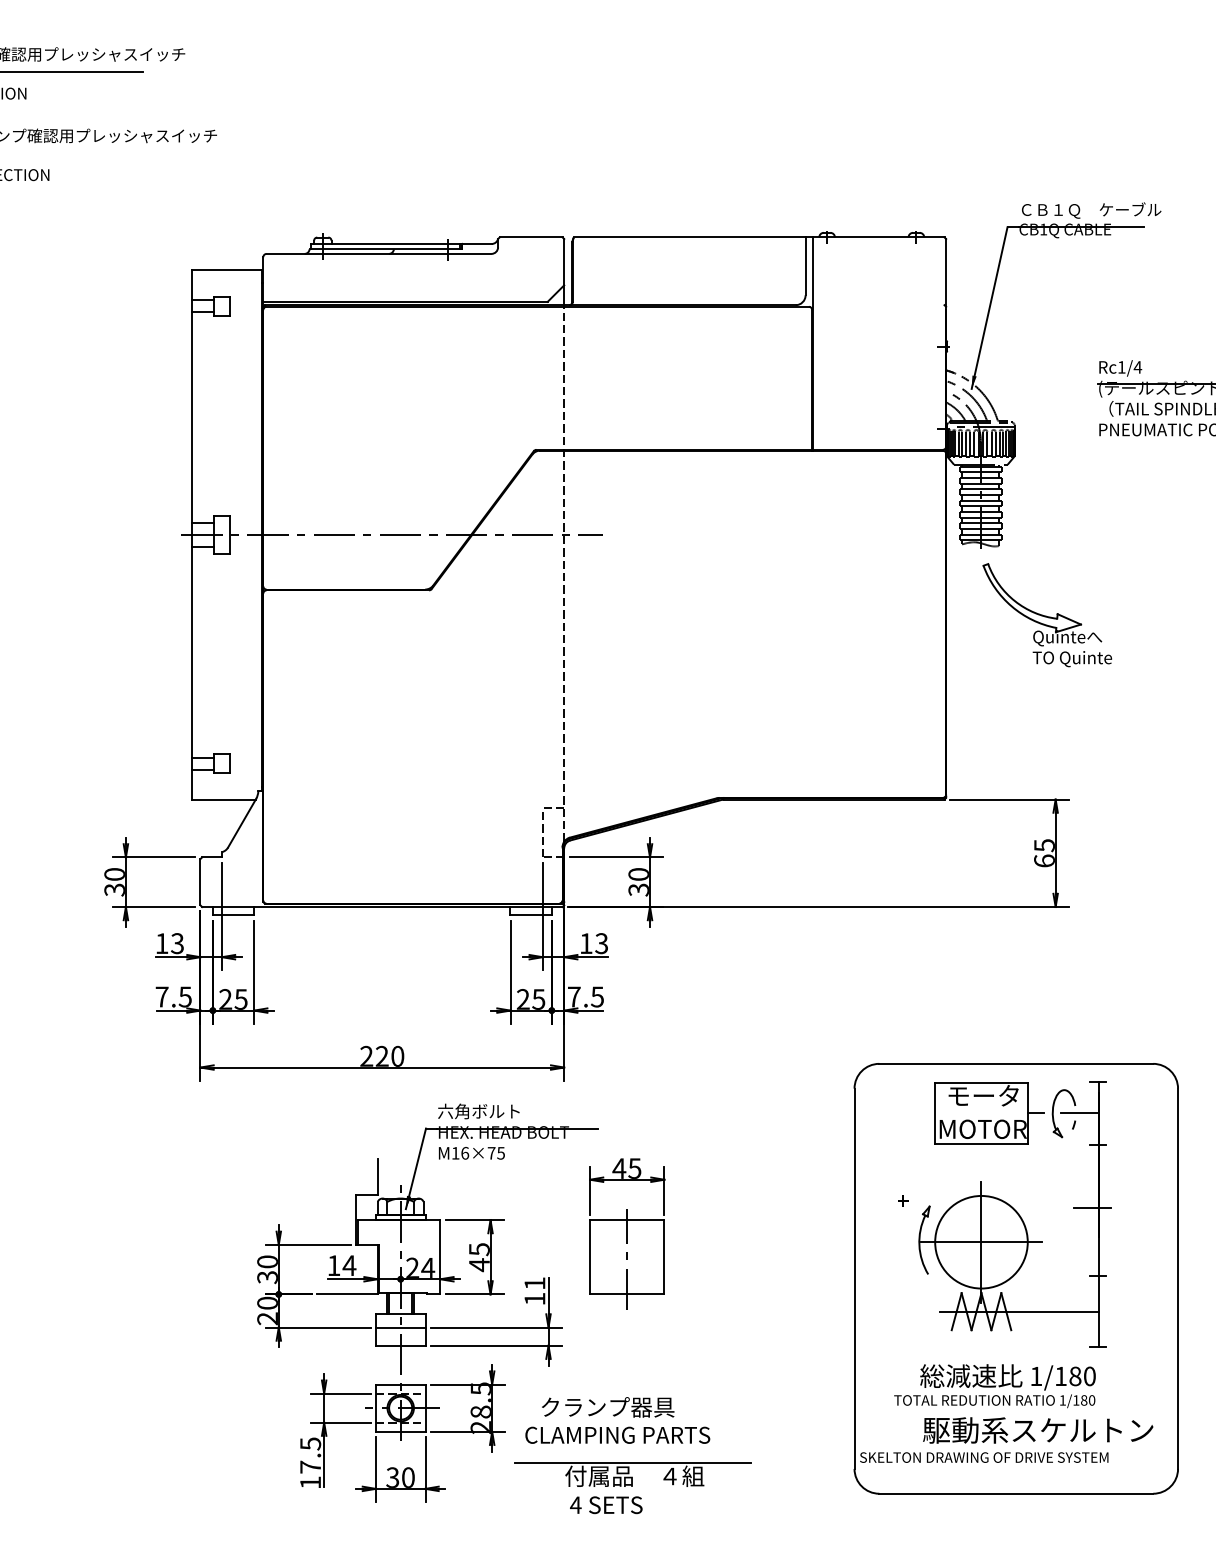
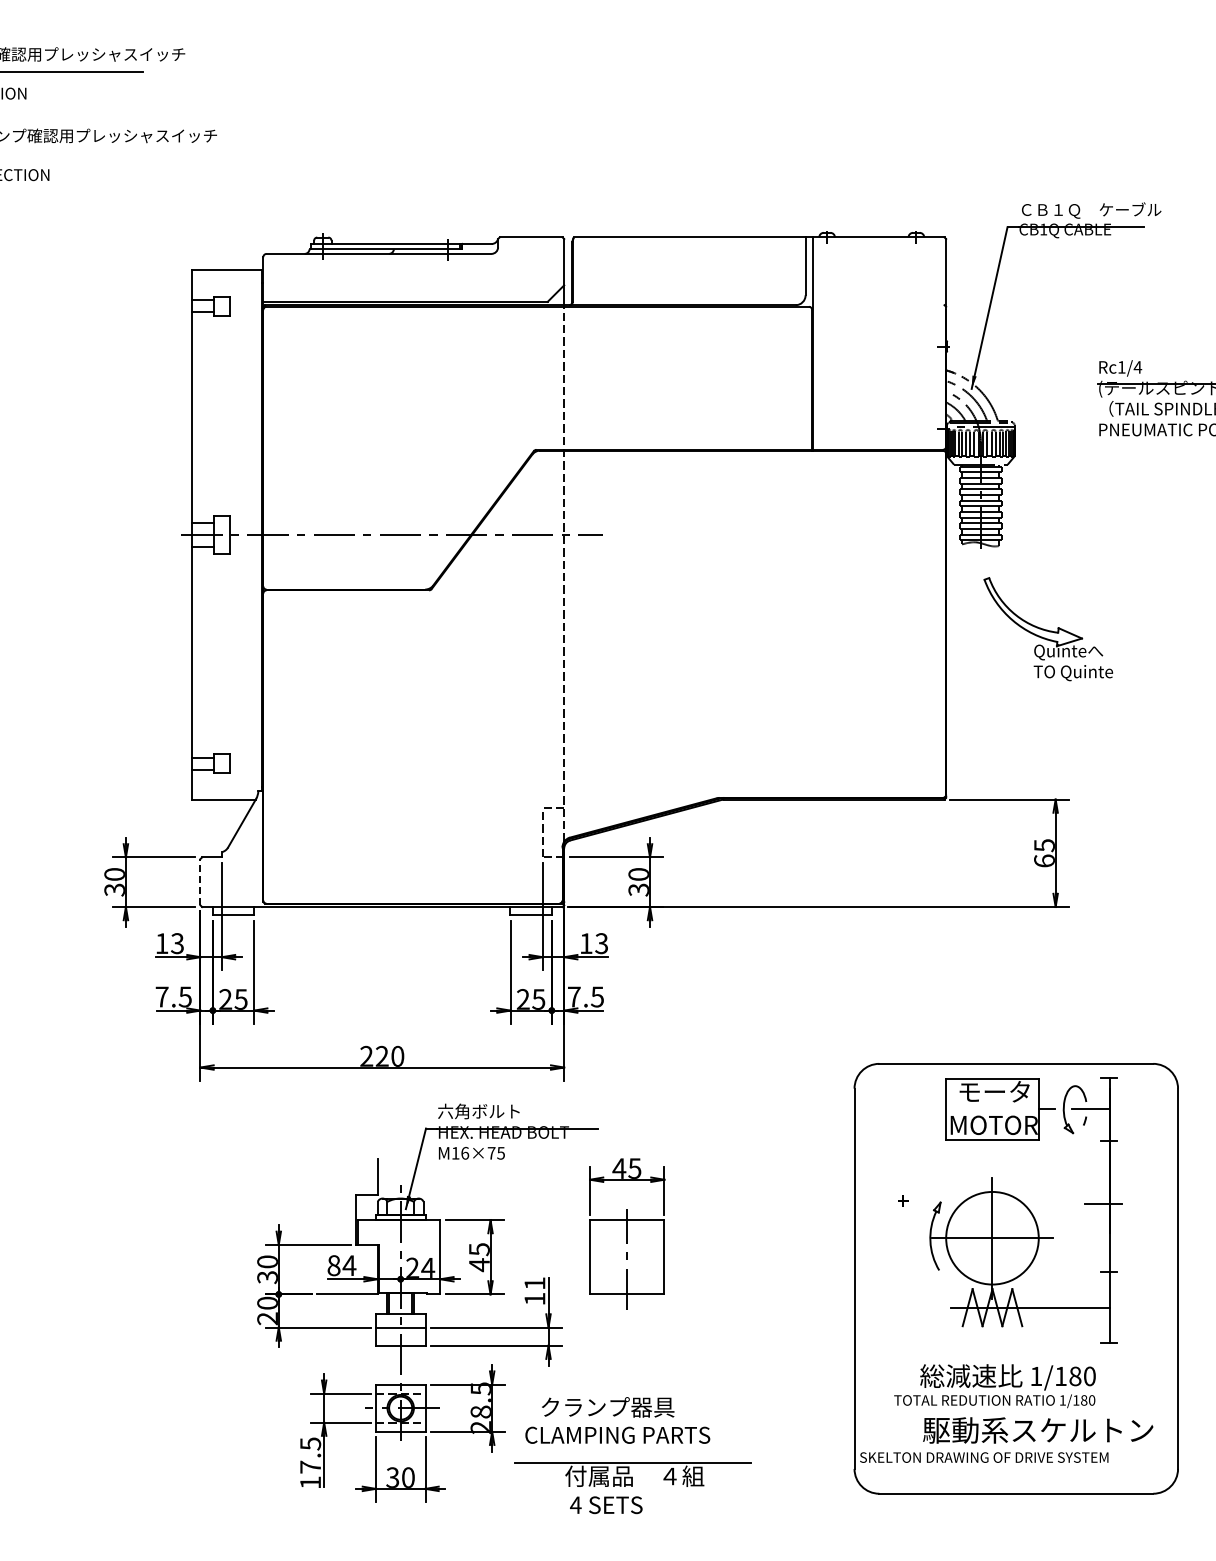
part at (1047, 615) position: (1047, 615) -> (1048, 629)
line at (200, 881): solid -> dashed
part at (1014, 1214) position: (1014, 1214) -> (1025, 1210)
text at (333, 1265): 14 -> 84
